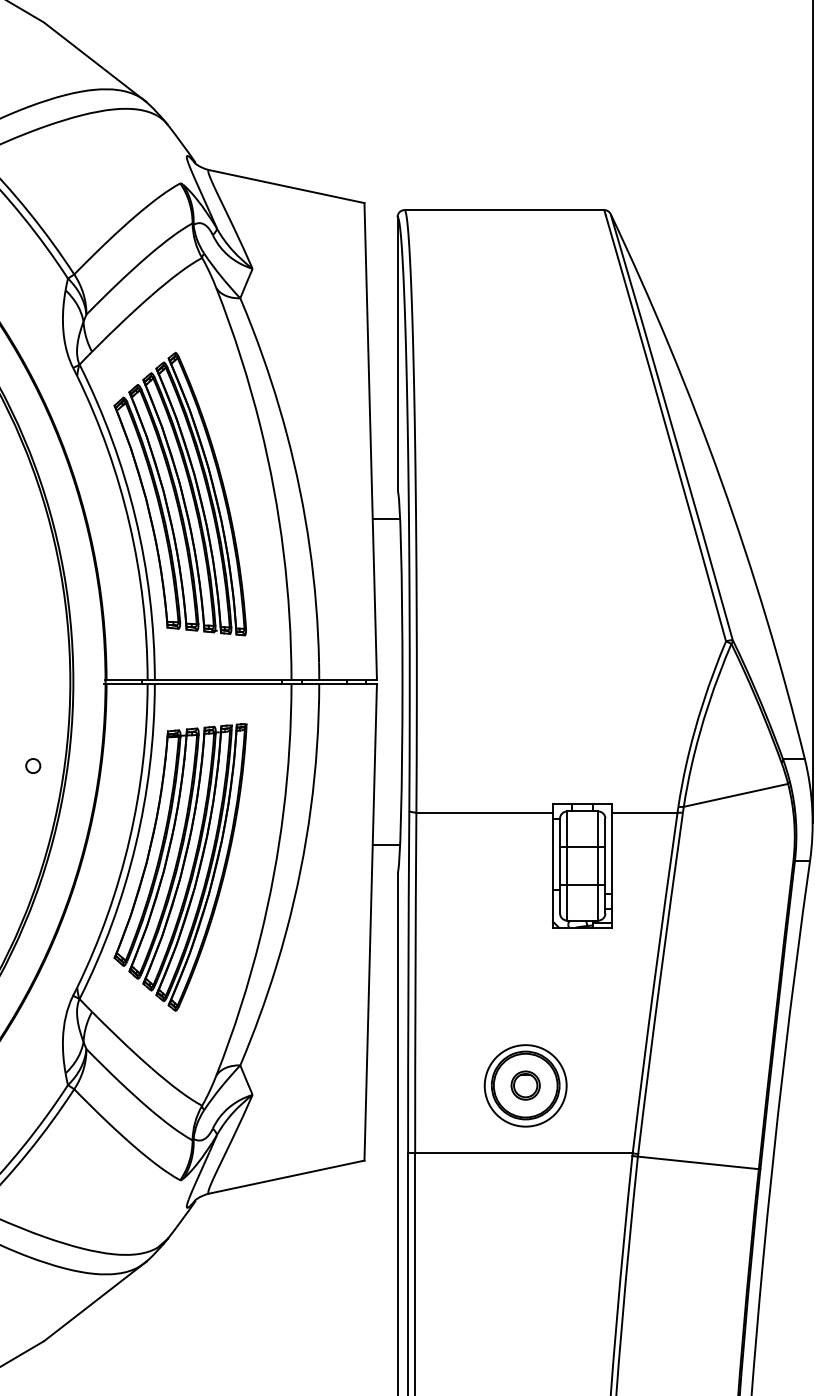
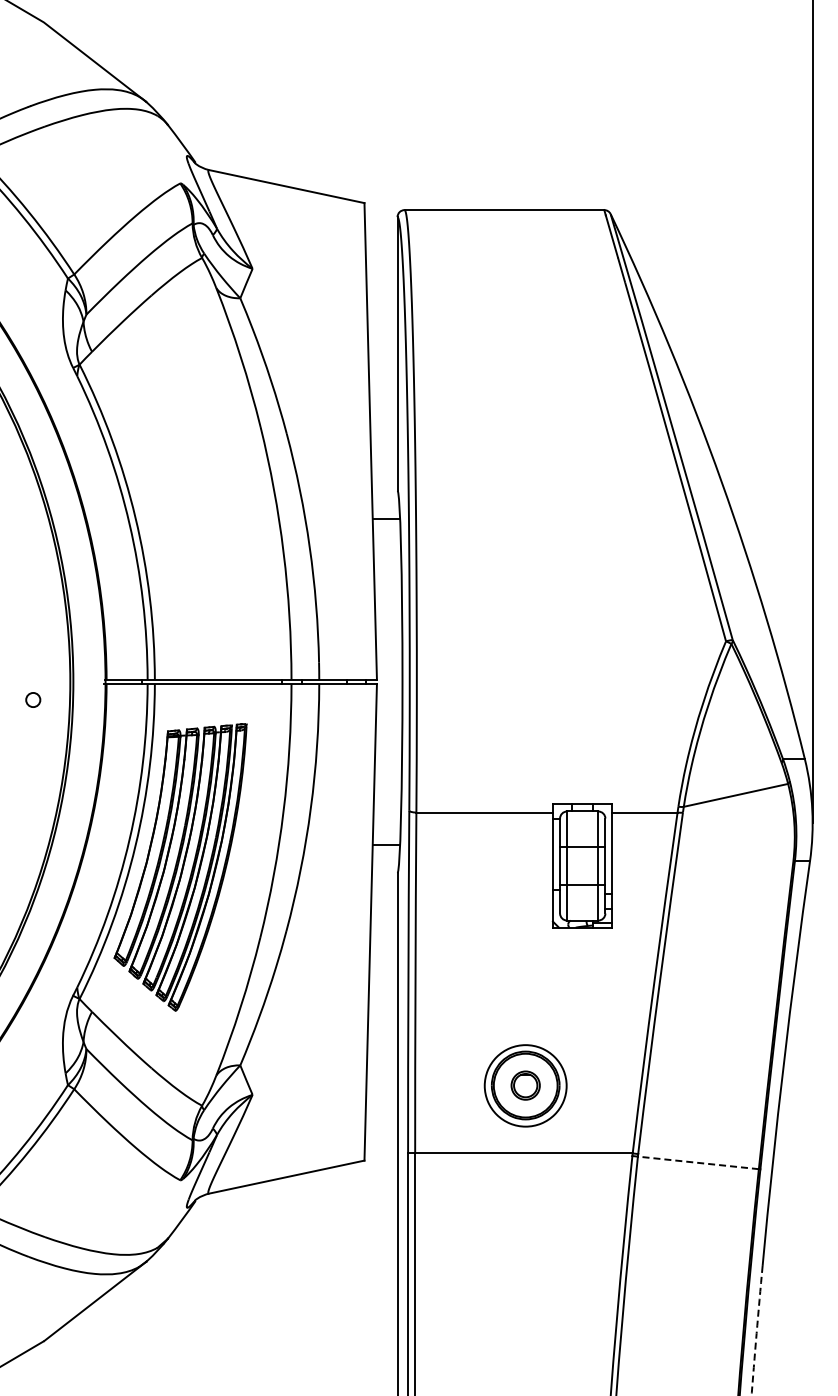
part at (179, 493): present -> none
circle at (33, 765) position: (33, 765) -> (33, 699)
line at (698, 1162): solid -> dashed
arc at (756, 1331): solid -> dashed
